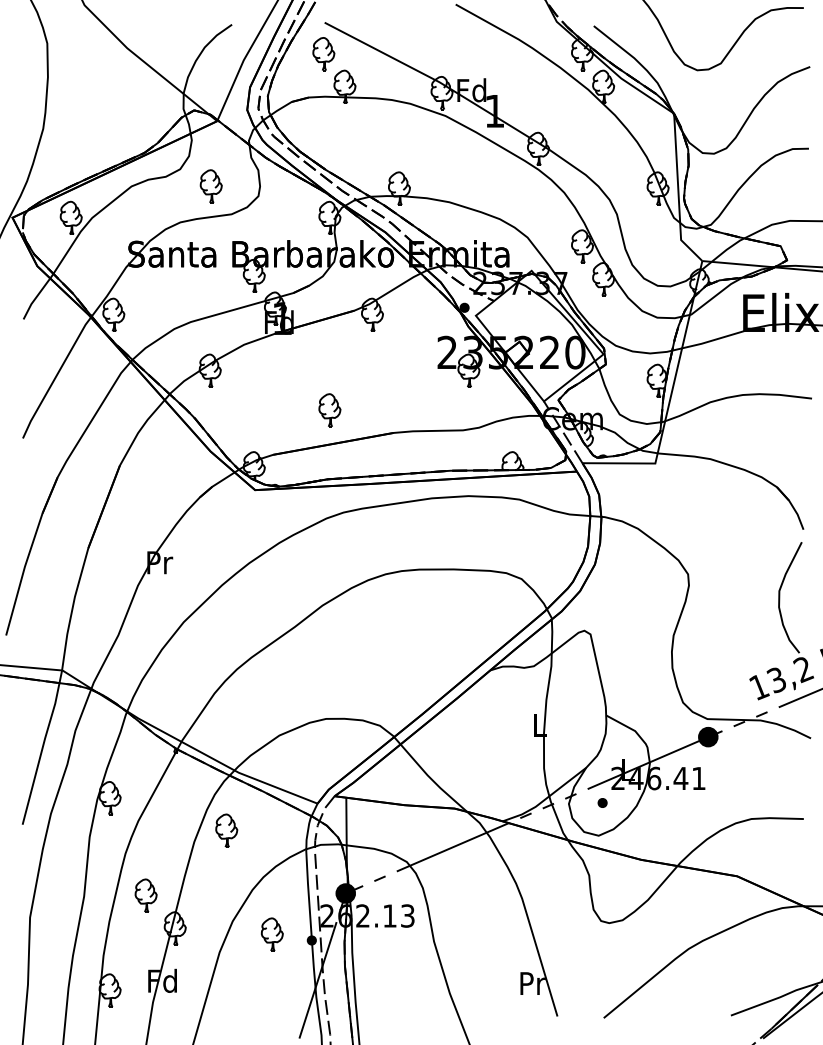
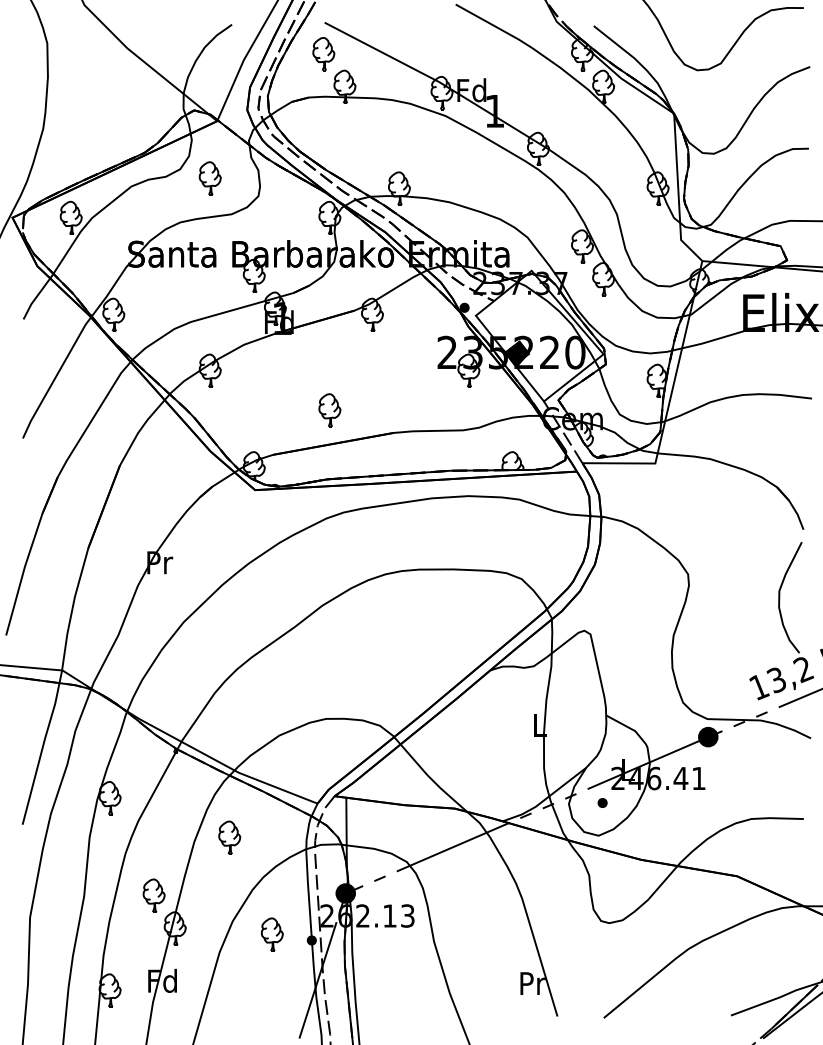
part at (210, 186) position: (210, 186) -> (209, 178)
fill at (516, 352): none -> present
part at (226, 830) position: (226, 830) -> (229, 837)
part at (145, 895) position: (145, 895) -> (153, 895)
